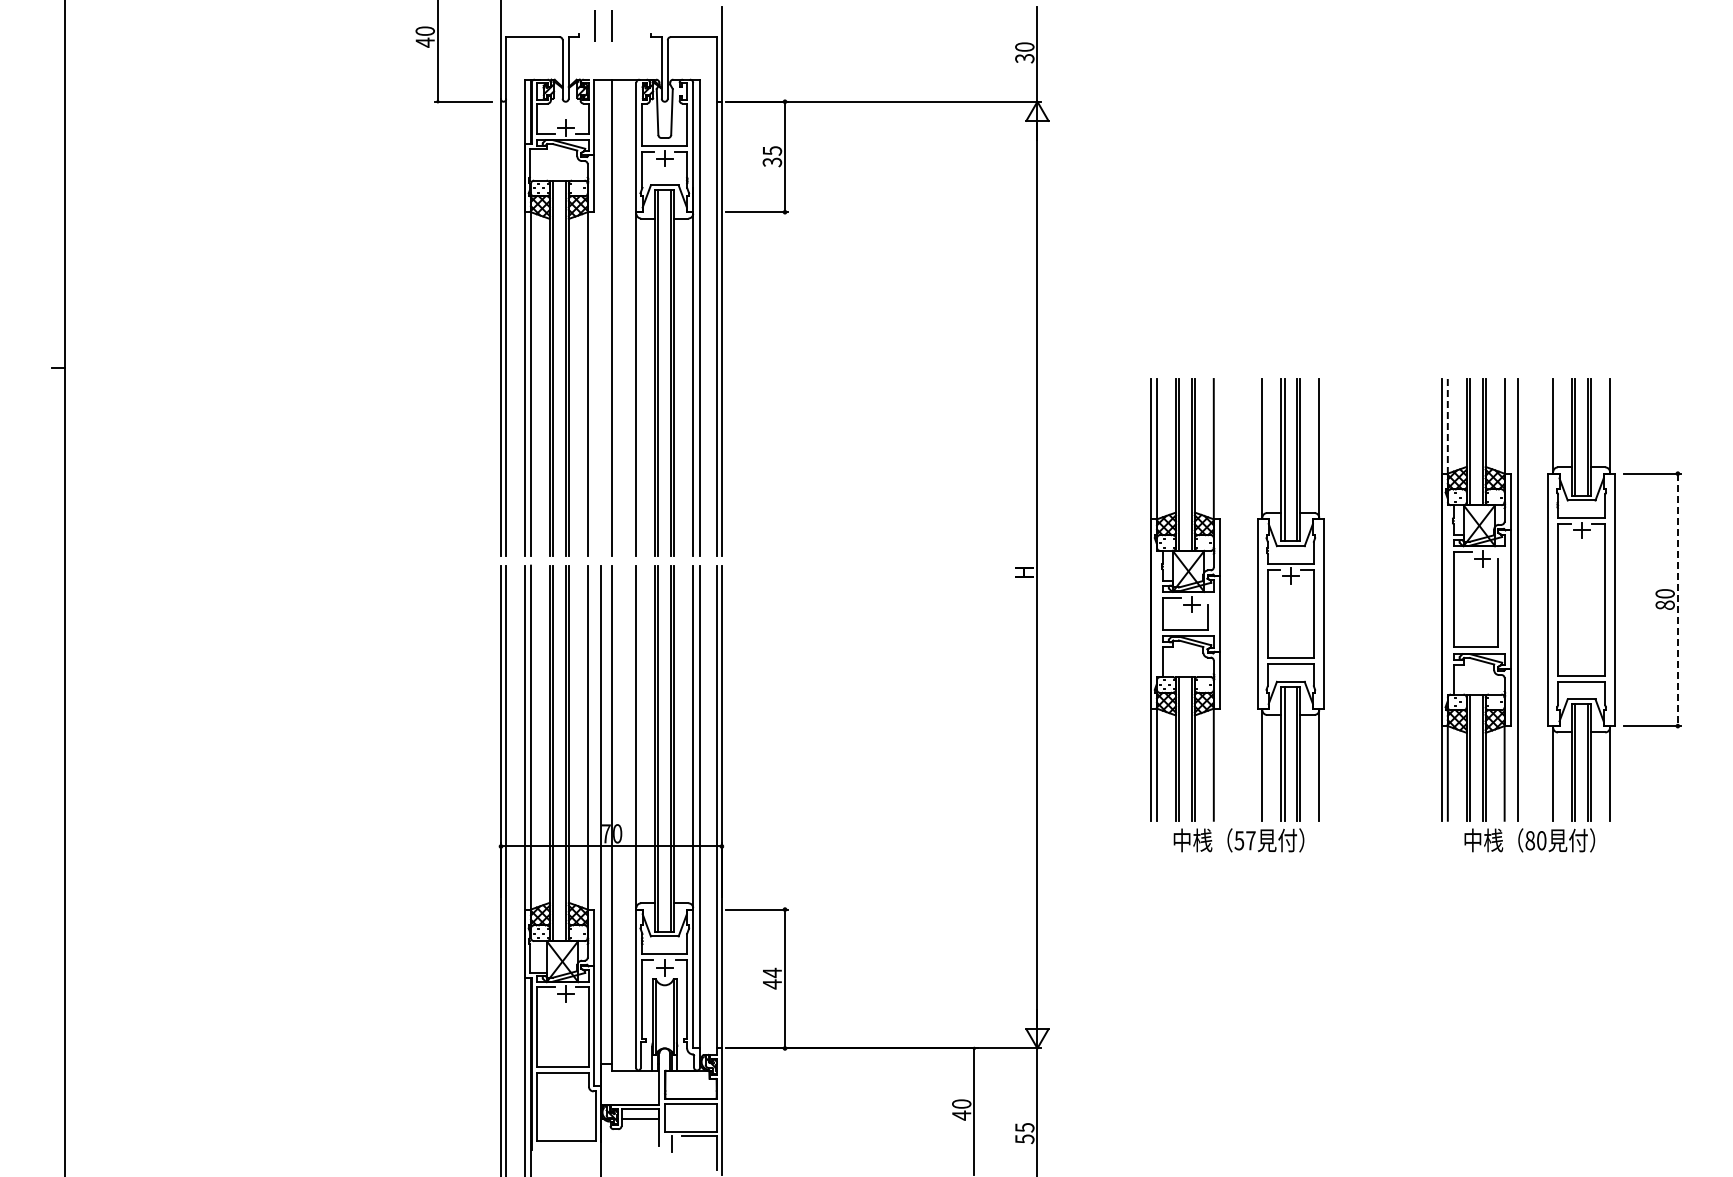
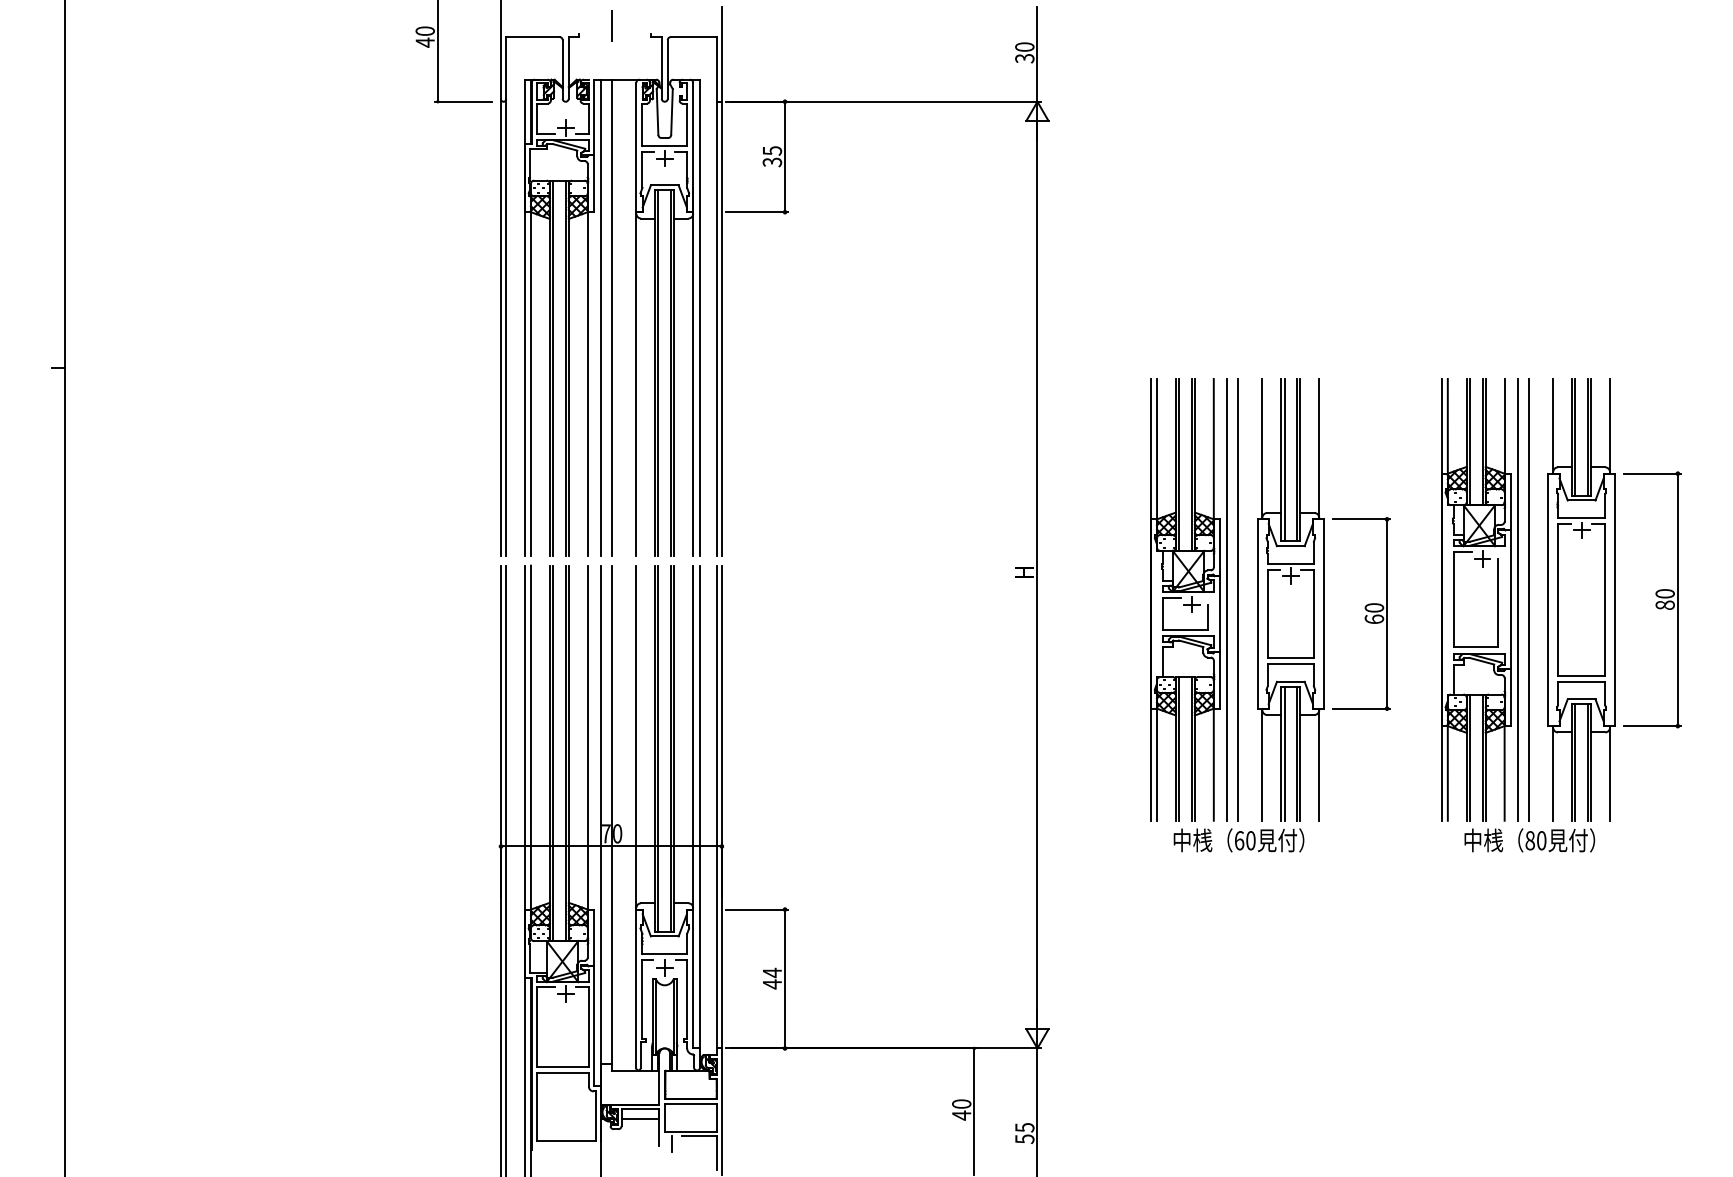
line at (594, 25): present -> none
line at (601, 317): none -> present
line at (1447, 427): dashed -> solid
line at (1227, 599): none -> present
line at (1238, 599): none -> present
line at (1528, 599): none -> present
line at (1677, 600): dashed -> solid
part at (1361, 613): none -> present
text at (1244, 840): 57 -> 60
